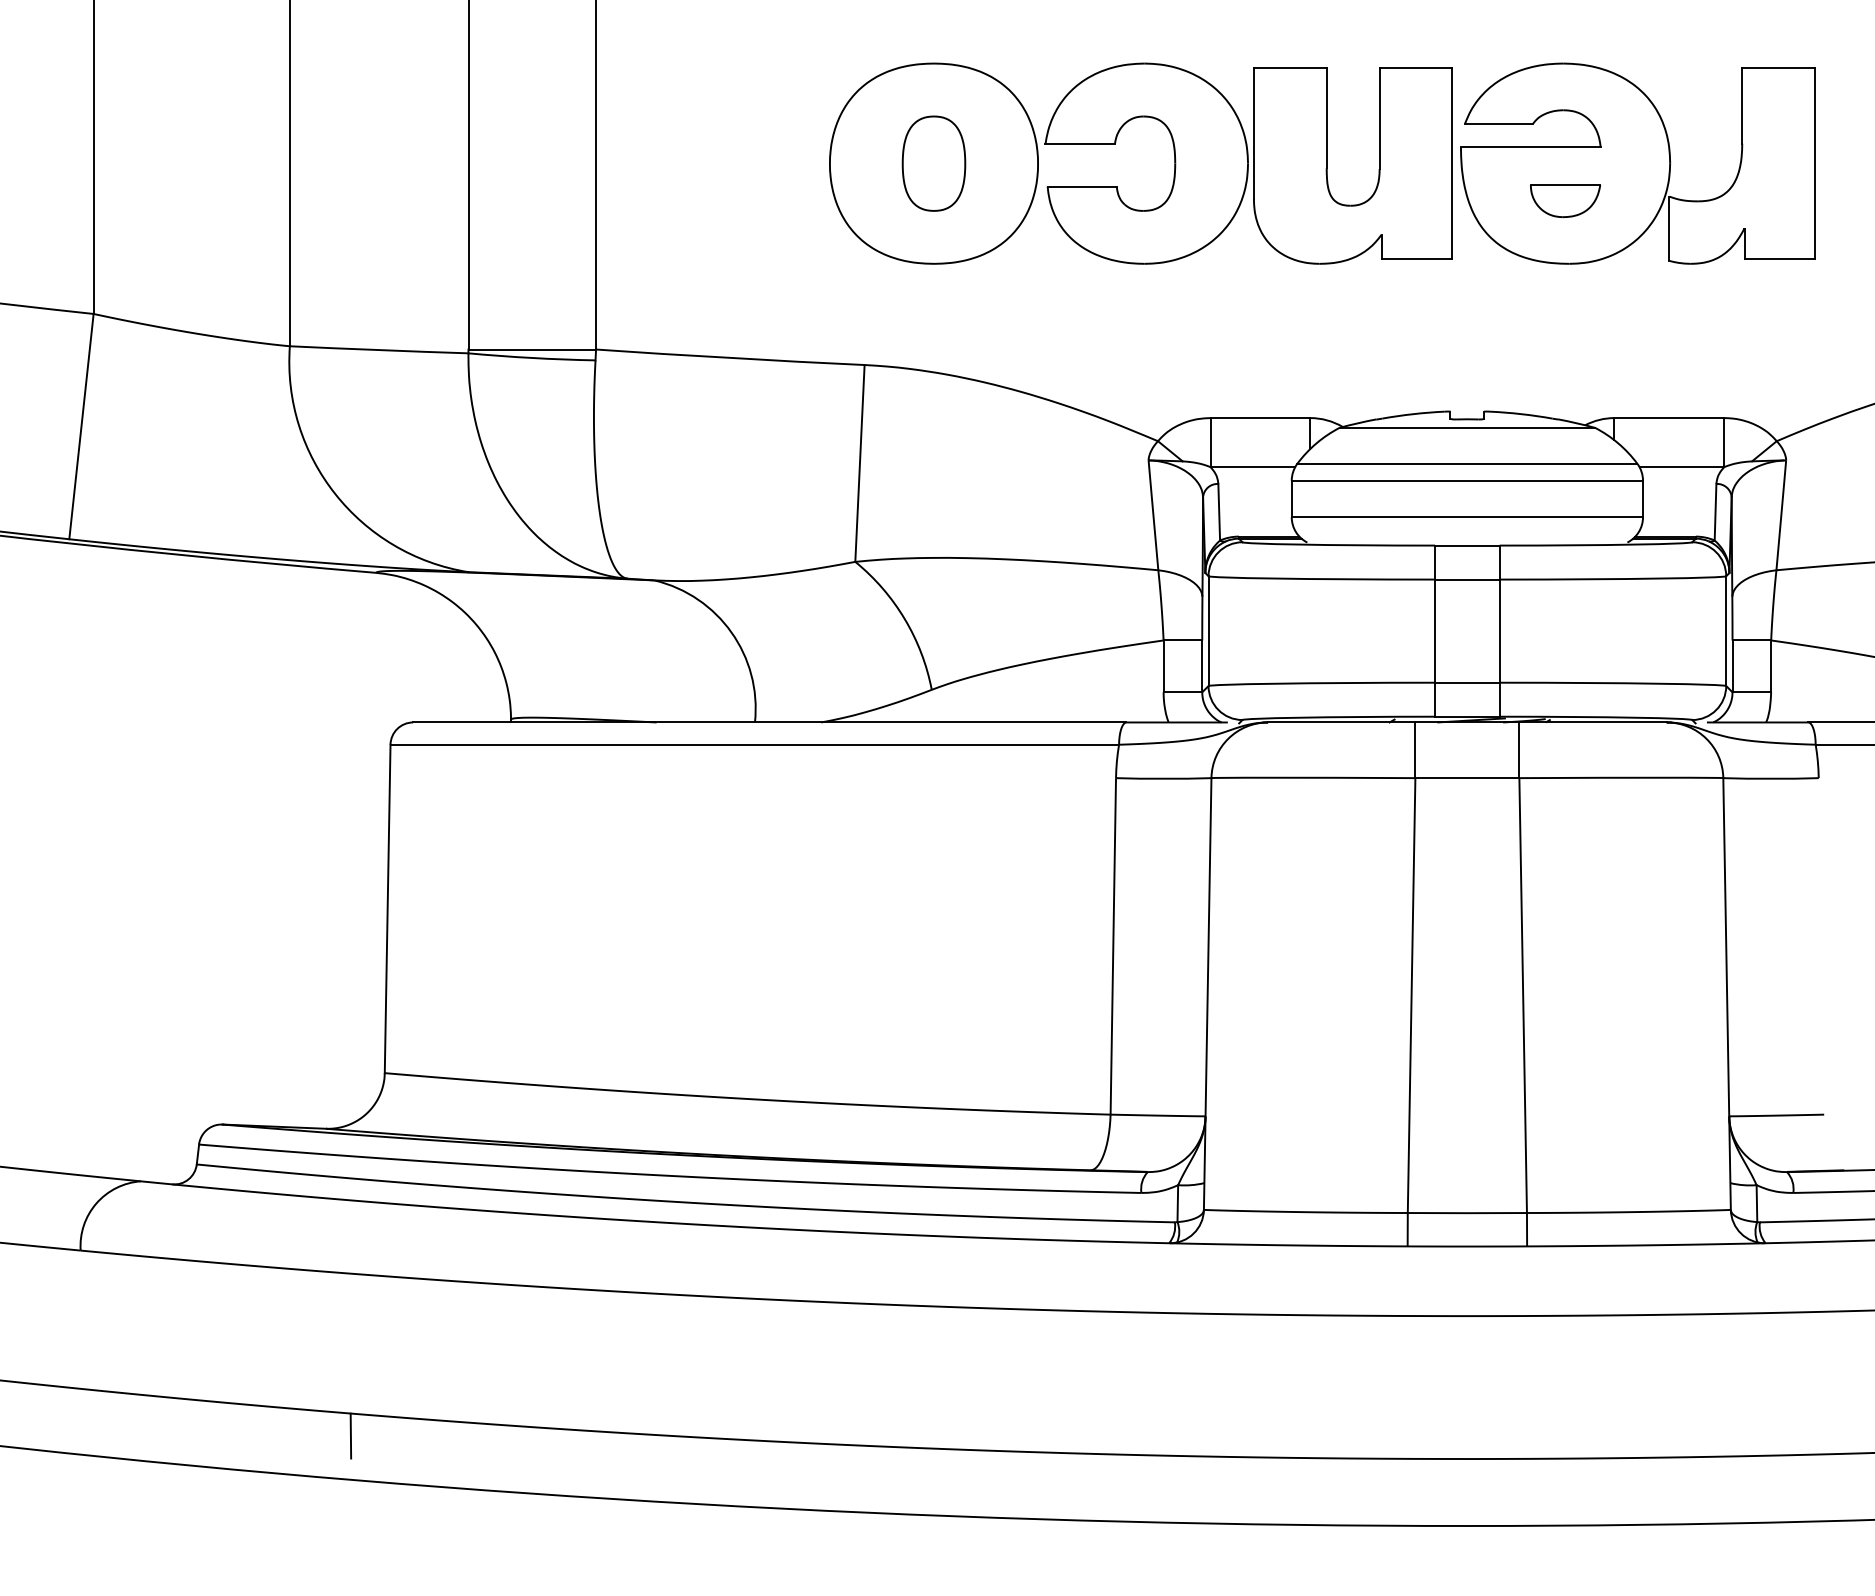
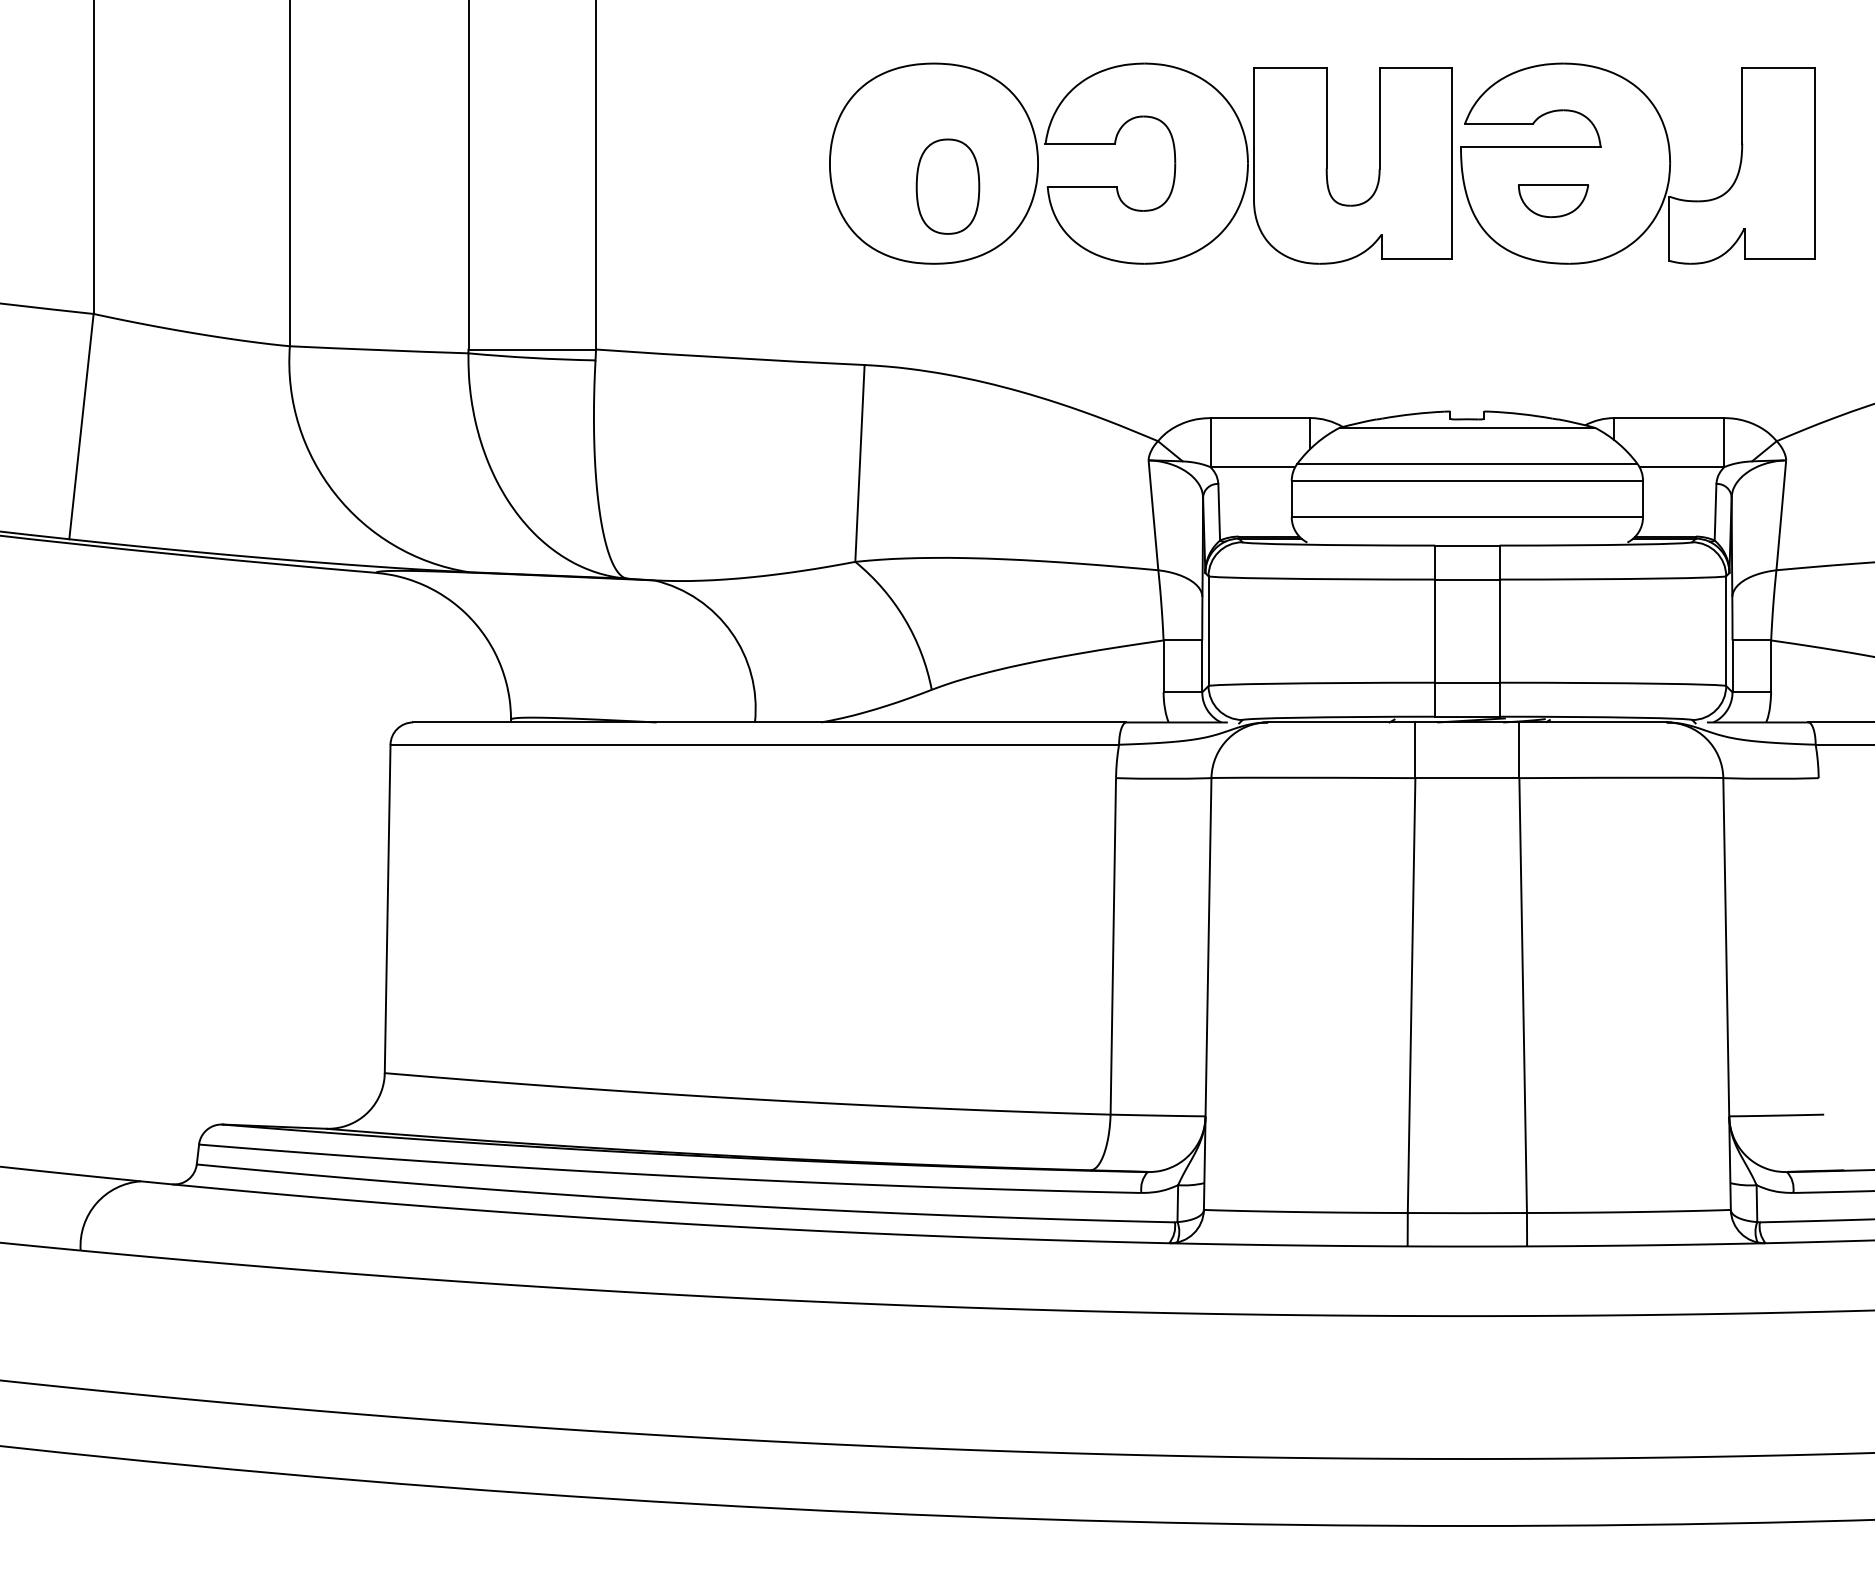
part at (933, 163) position: (933, 163) -> (947, 186)
part at (1565, 201) position: (1565, 201) -> (1553, 201)
line at (350, 1435): present -> none
